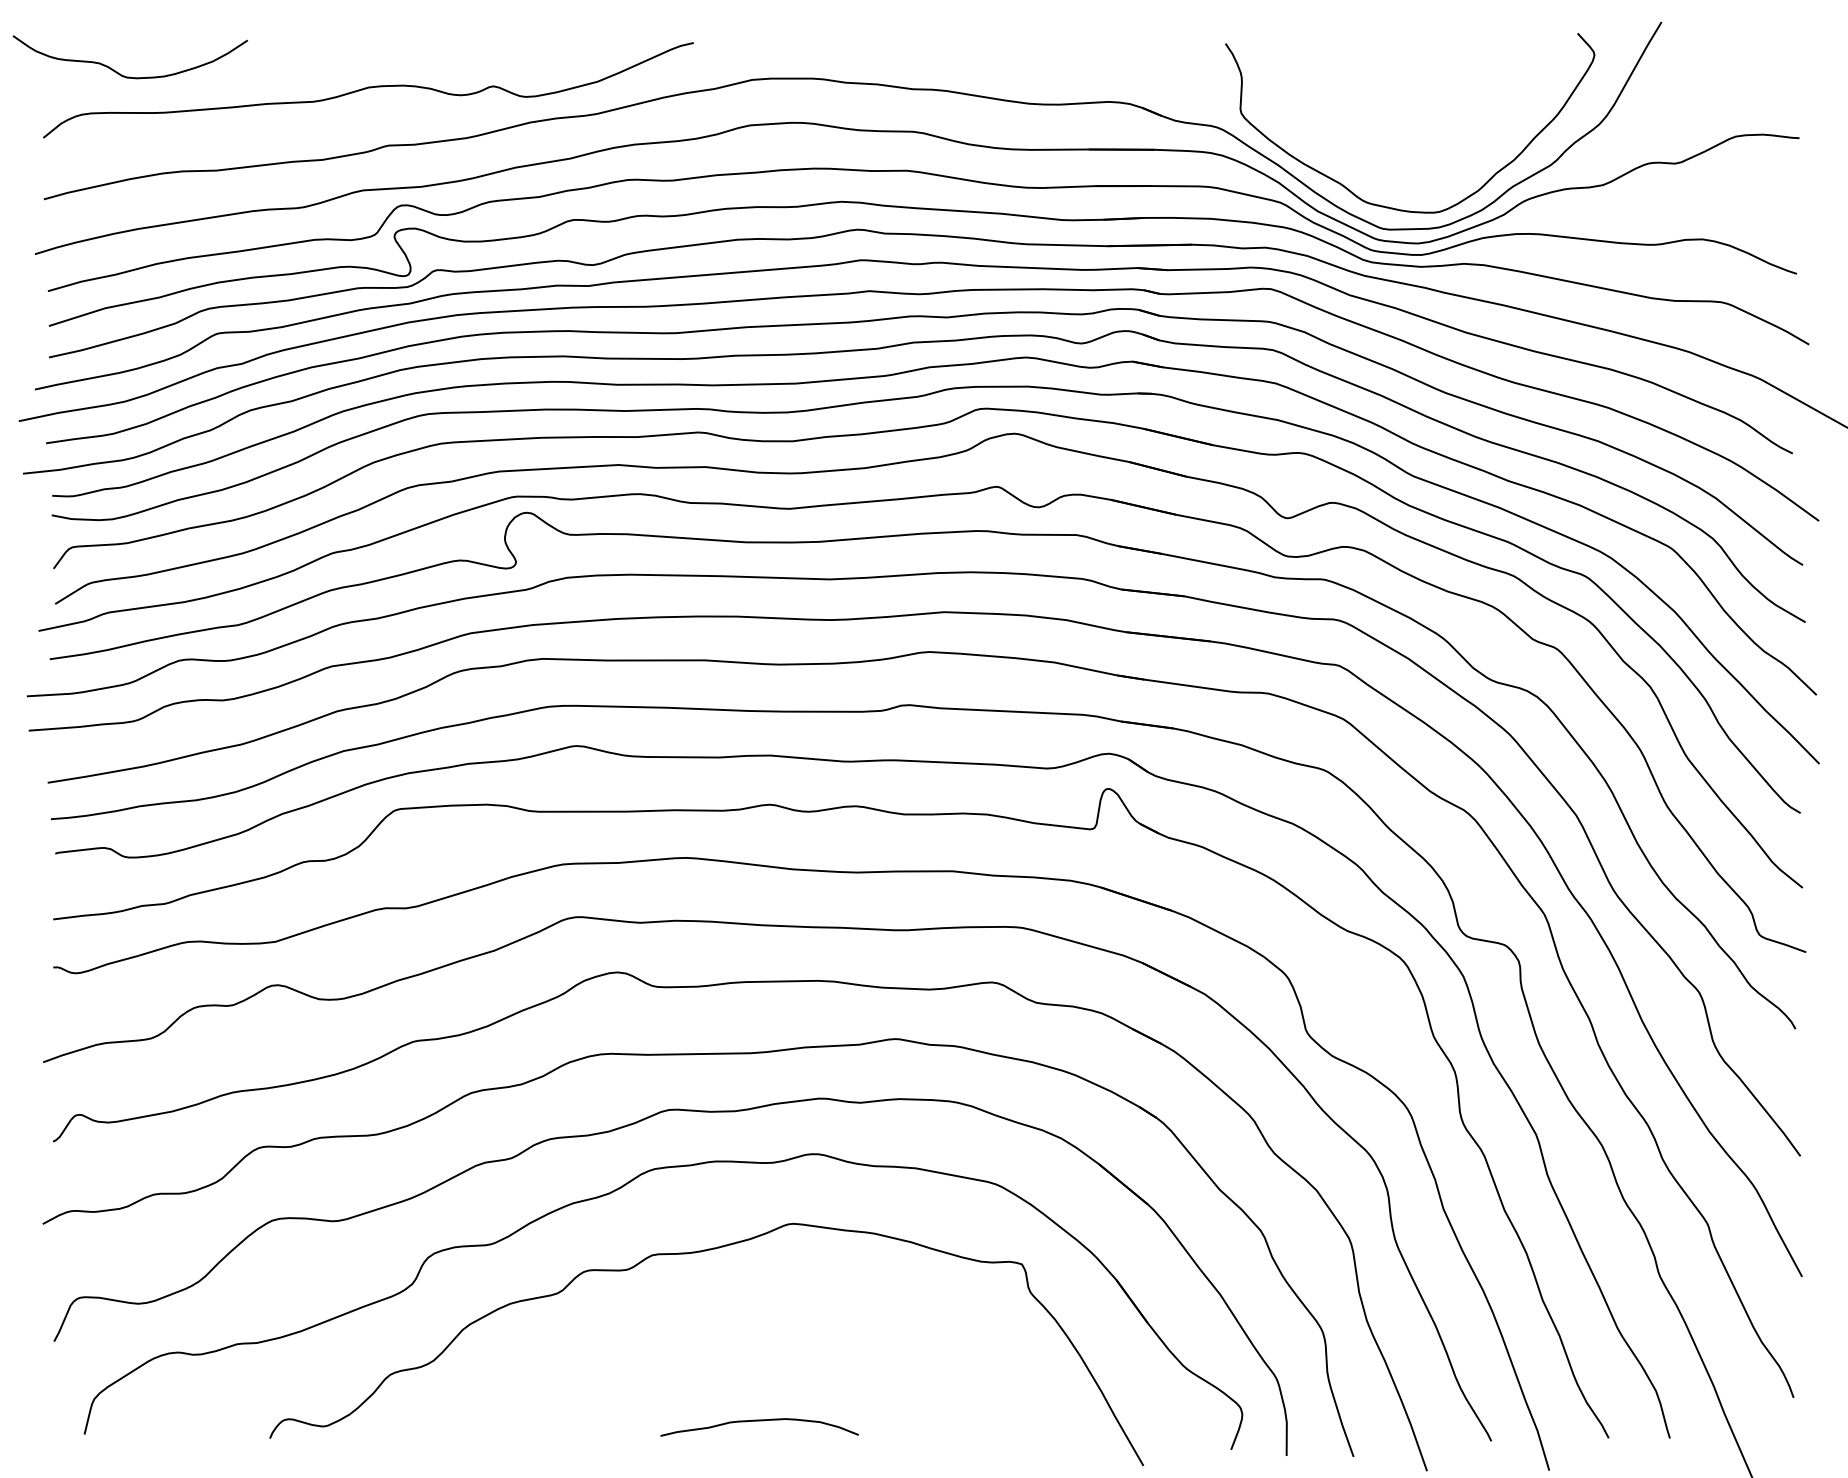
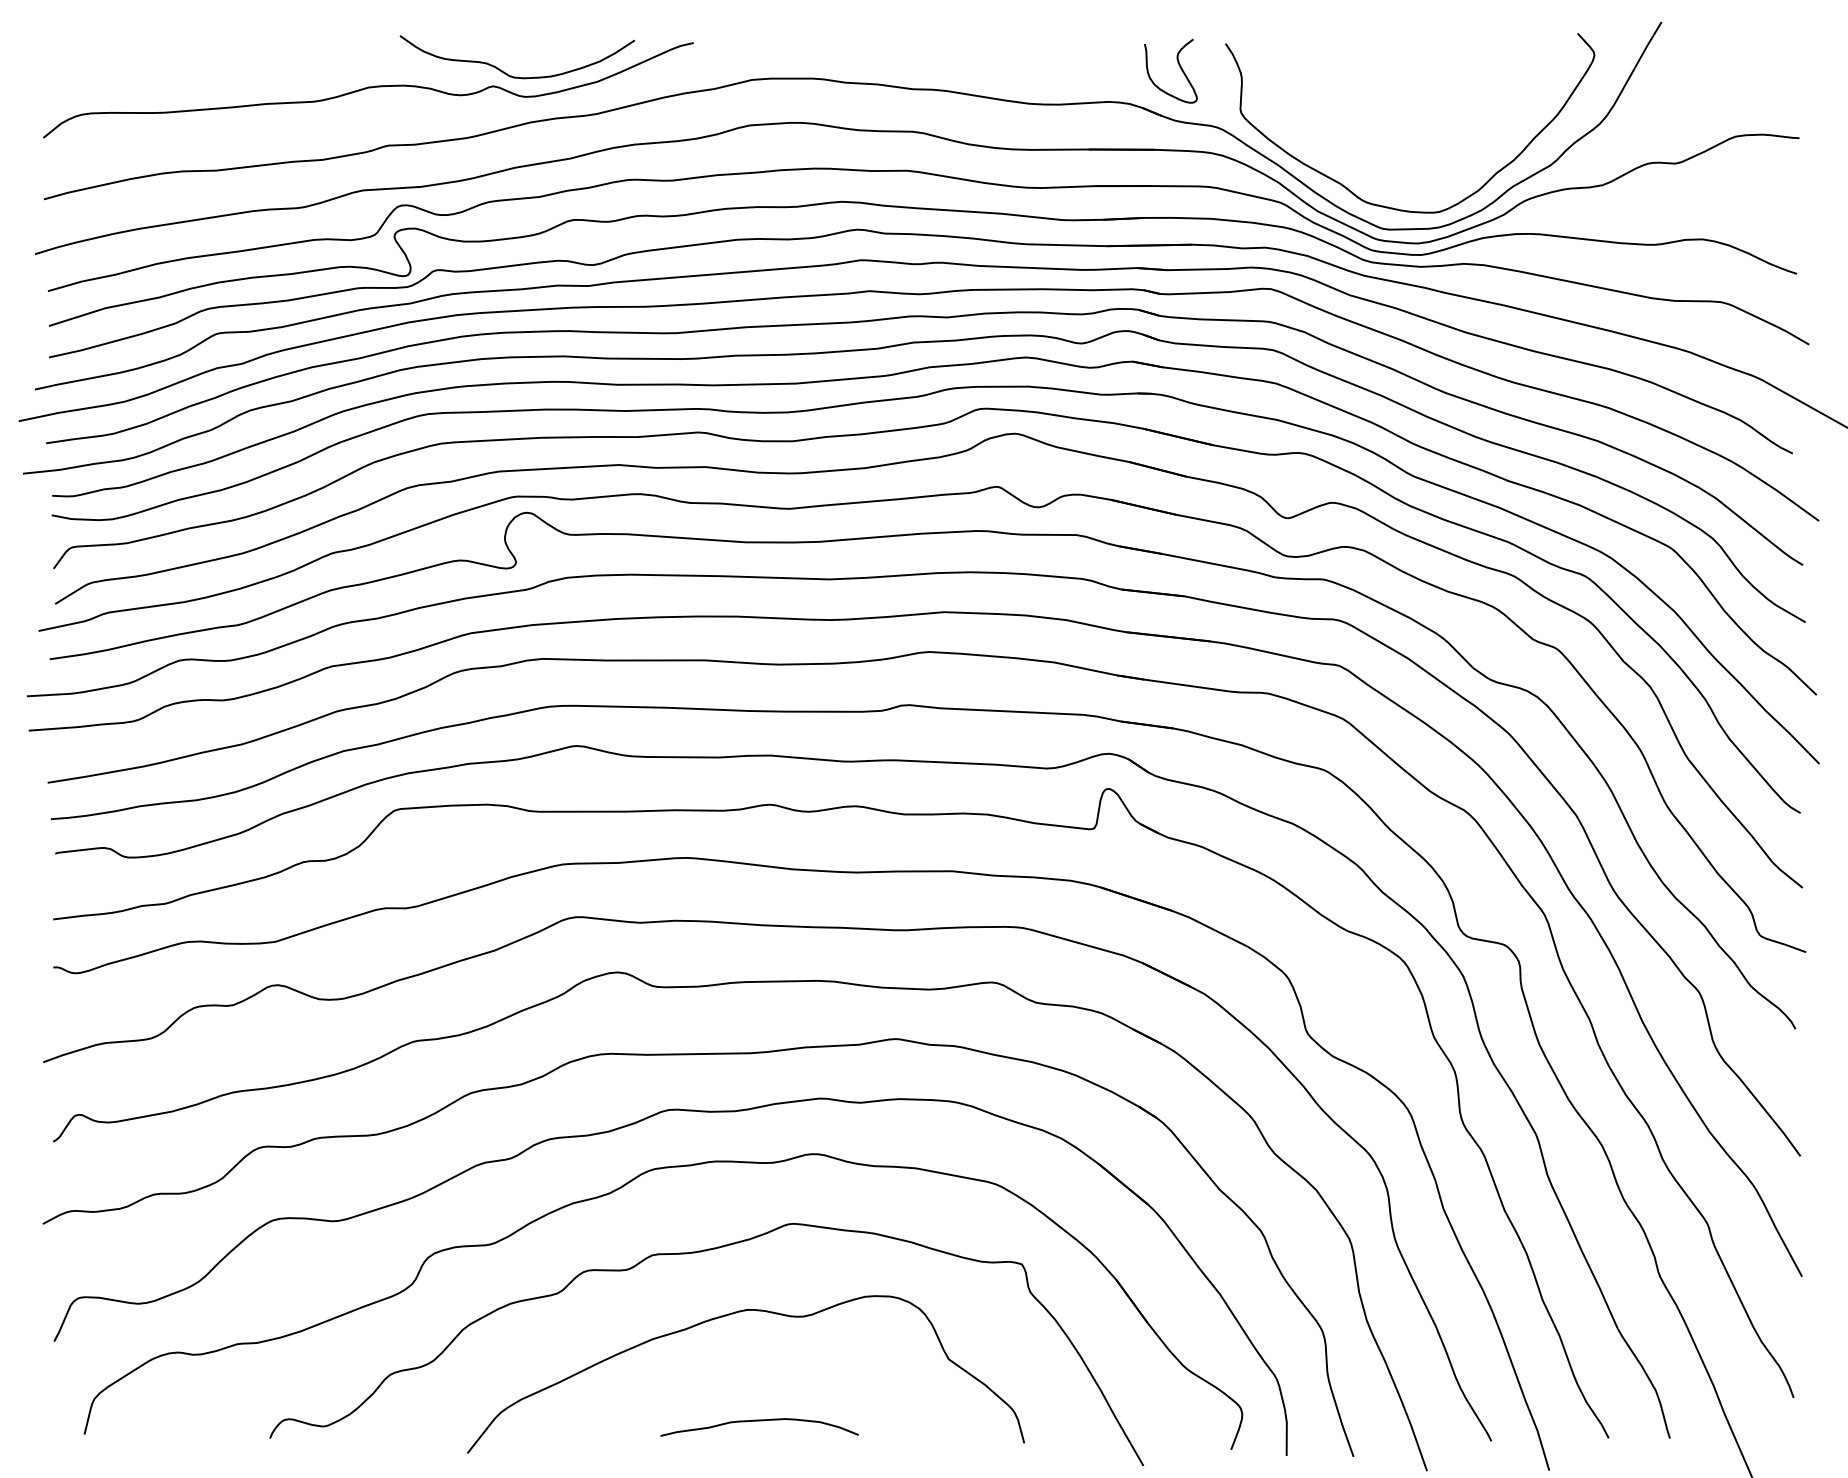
curve at (1178, 65): none -> present
curve at (120, 73) position: (120, 73) -> (507, 73)
curve at (726, 1316): none -> present
